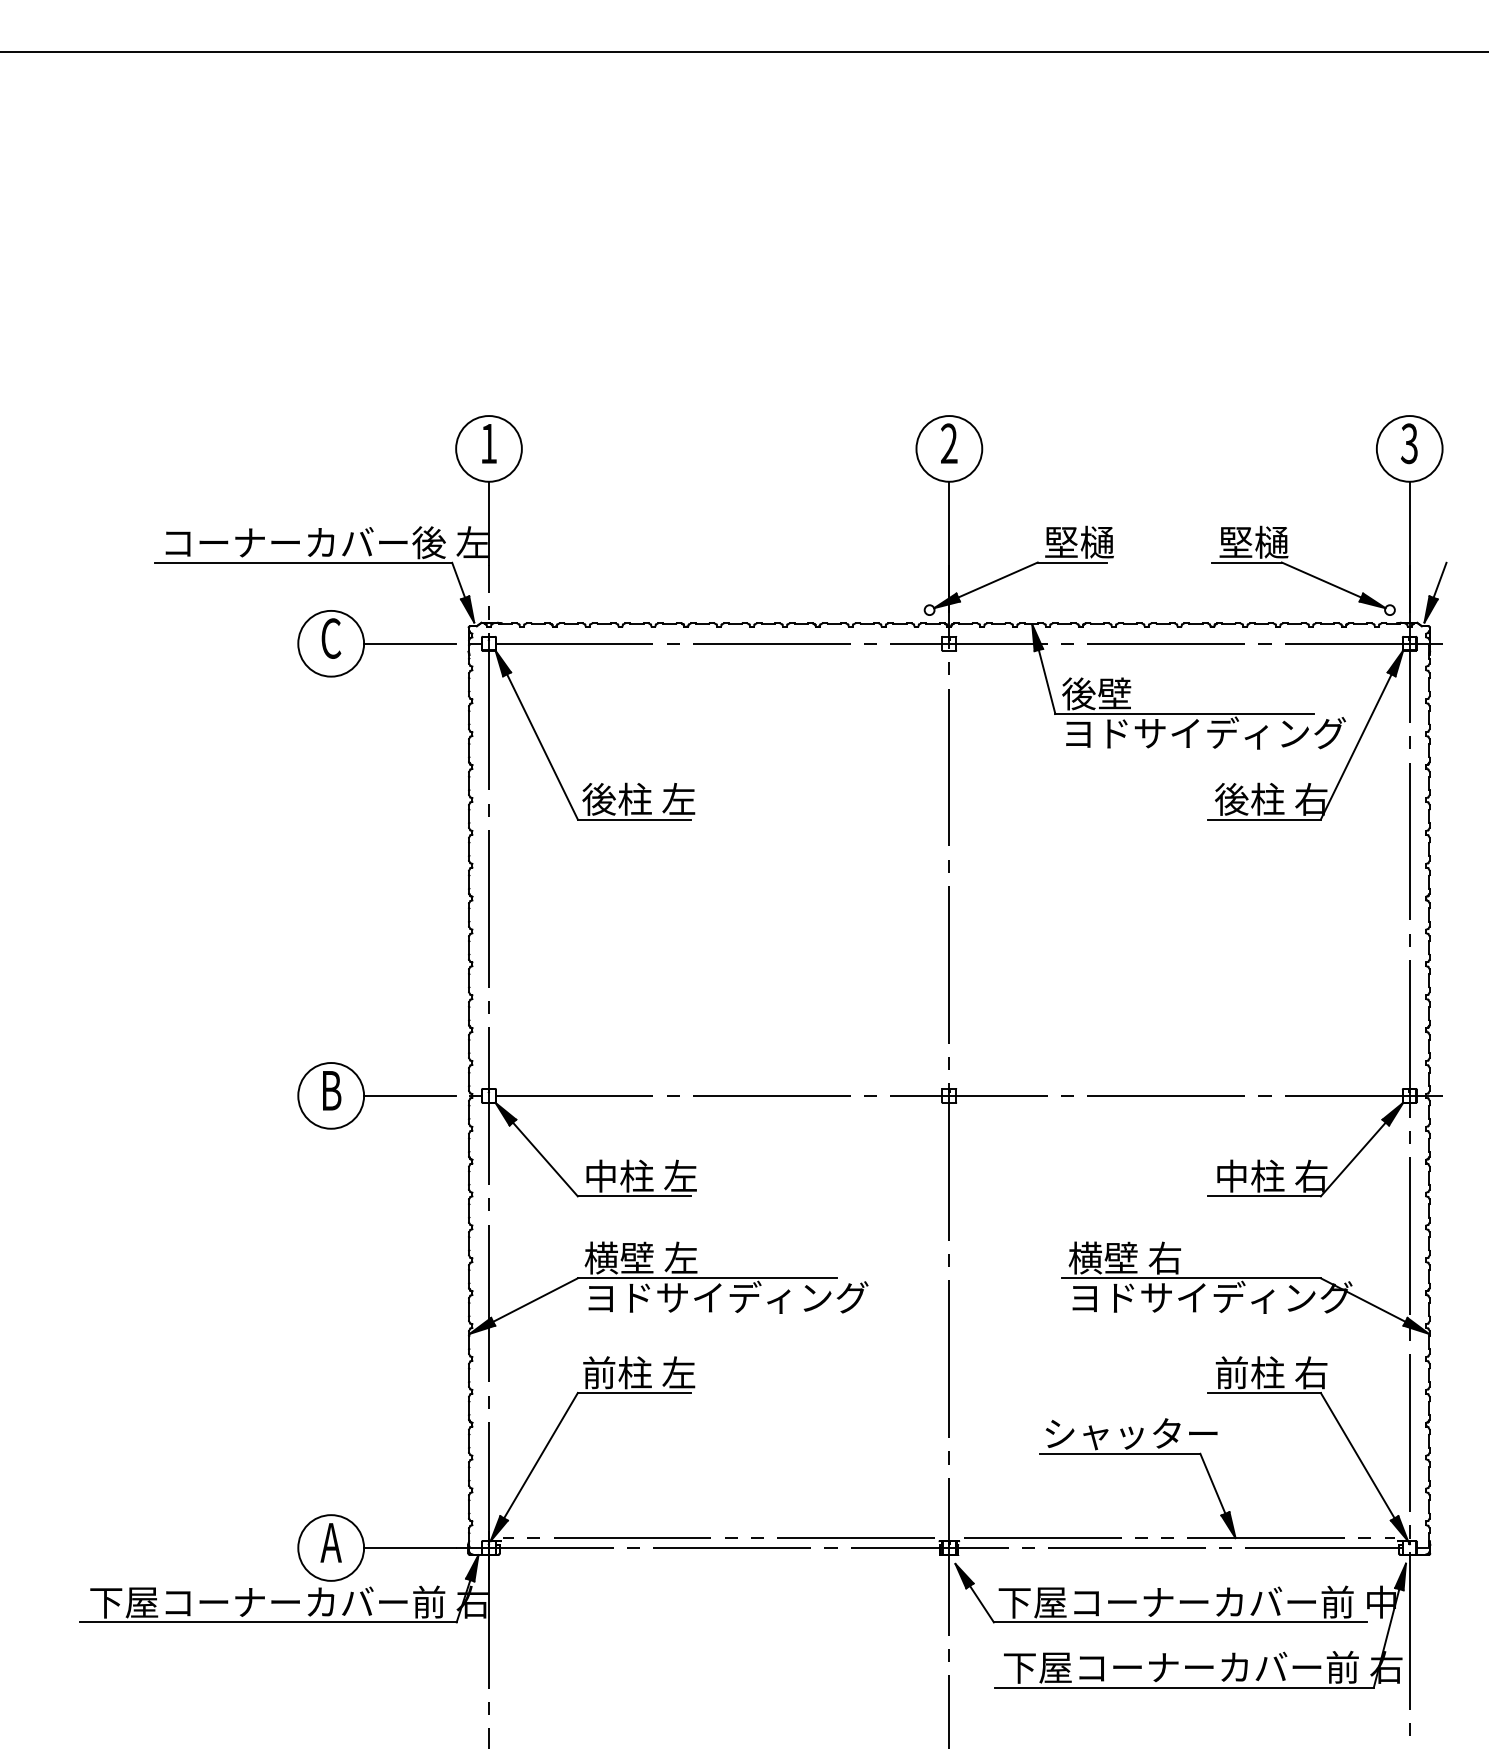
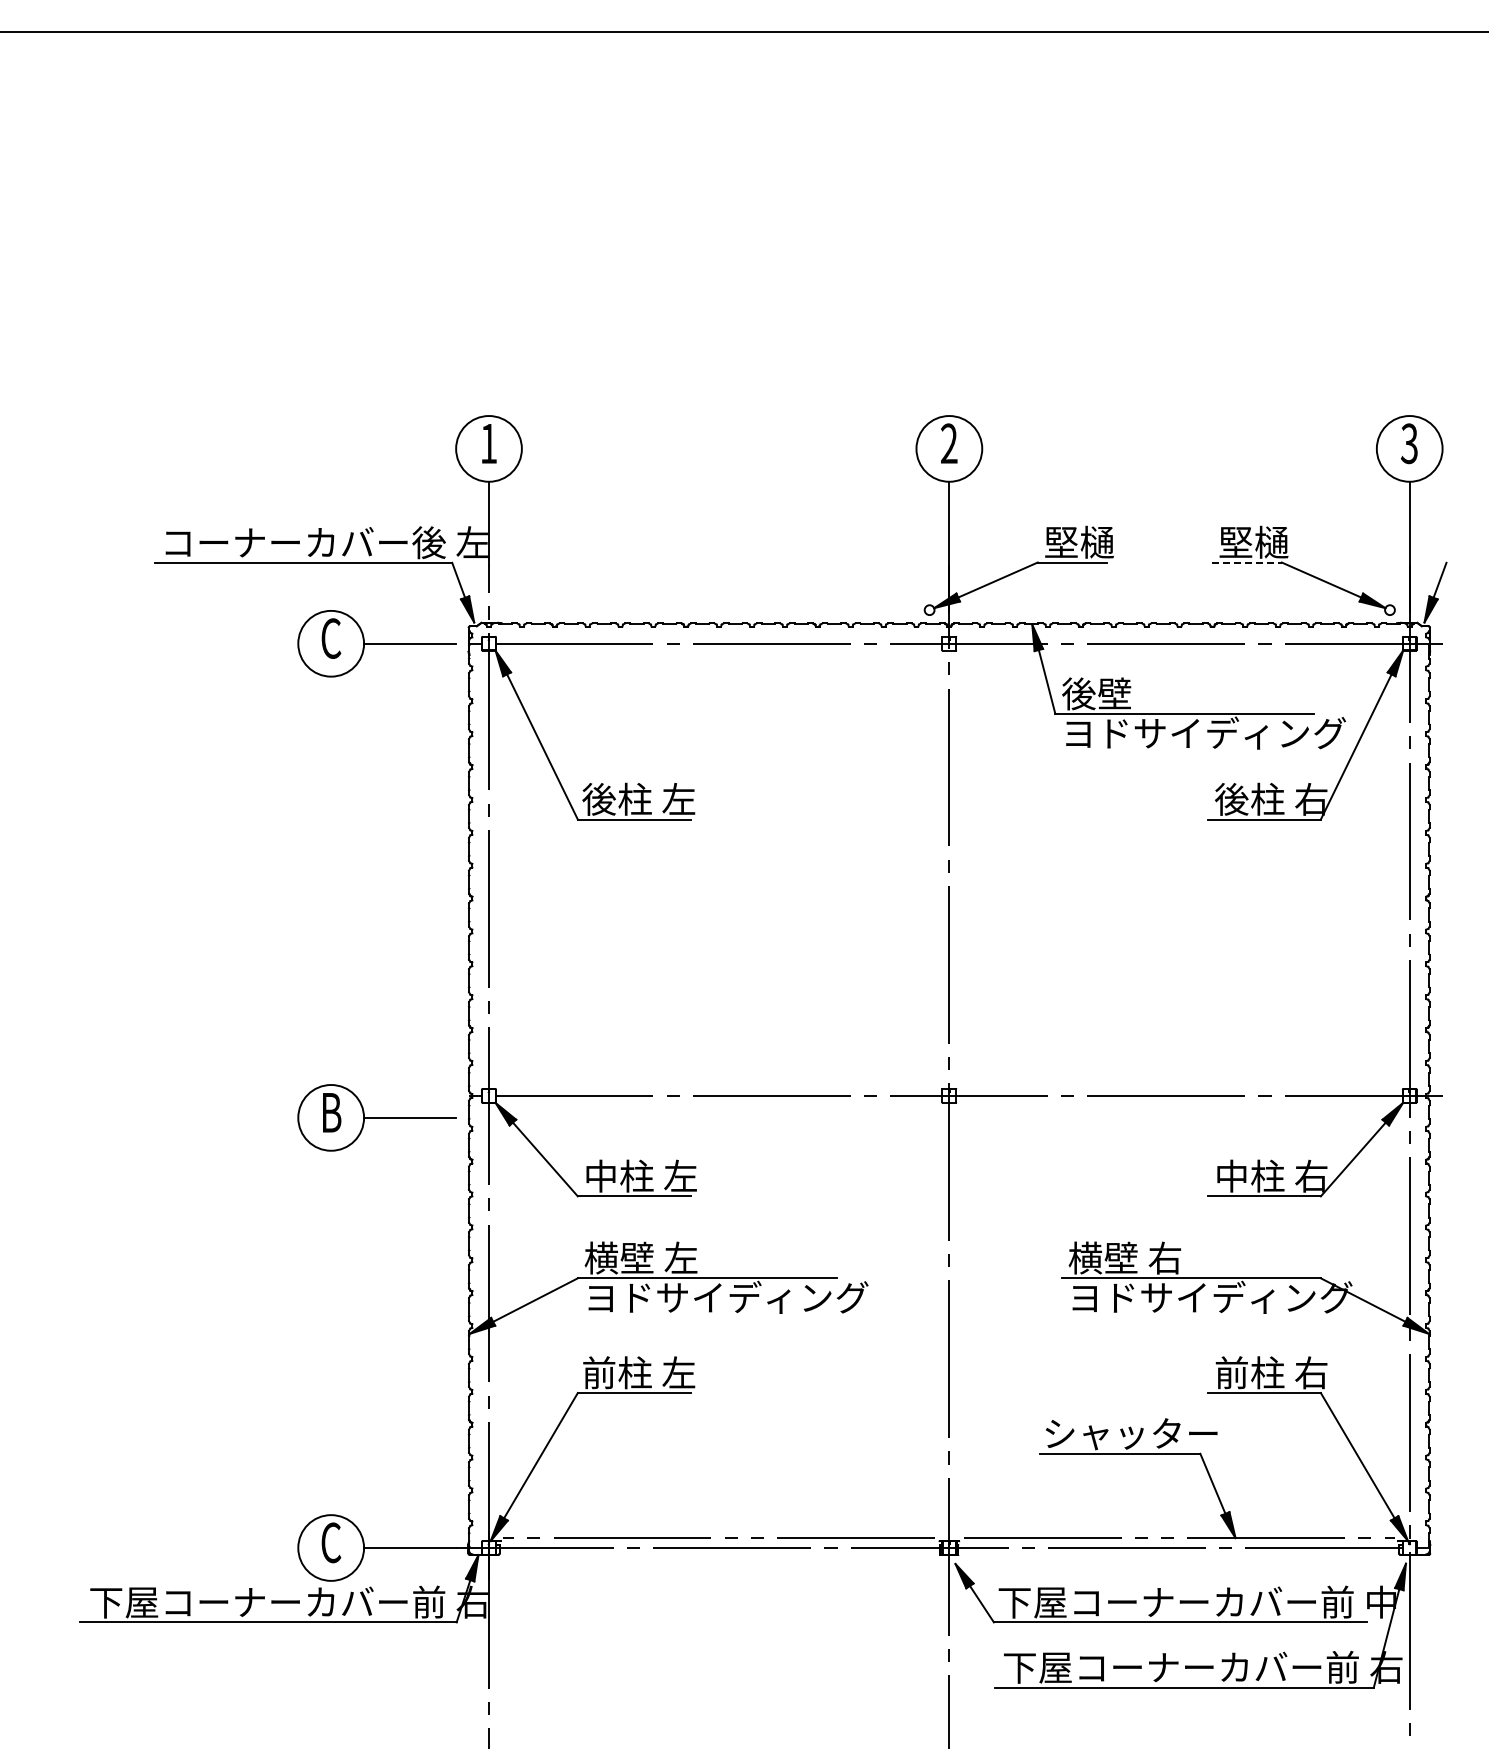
line at (743, 52) position: (743, 52) -> (743, 32)
line at (1247, 562): solid -> dashed
part at (376, 1095) position: (376, 1095) -> (376, 1117)
text at (330, 1542): A -> C
